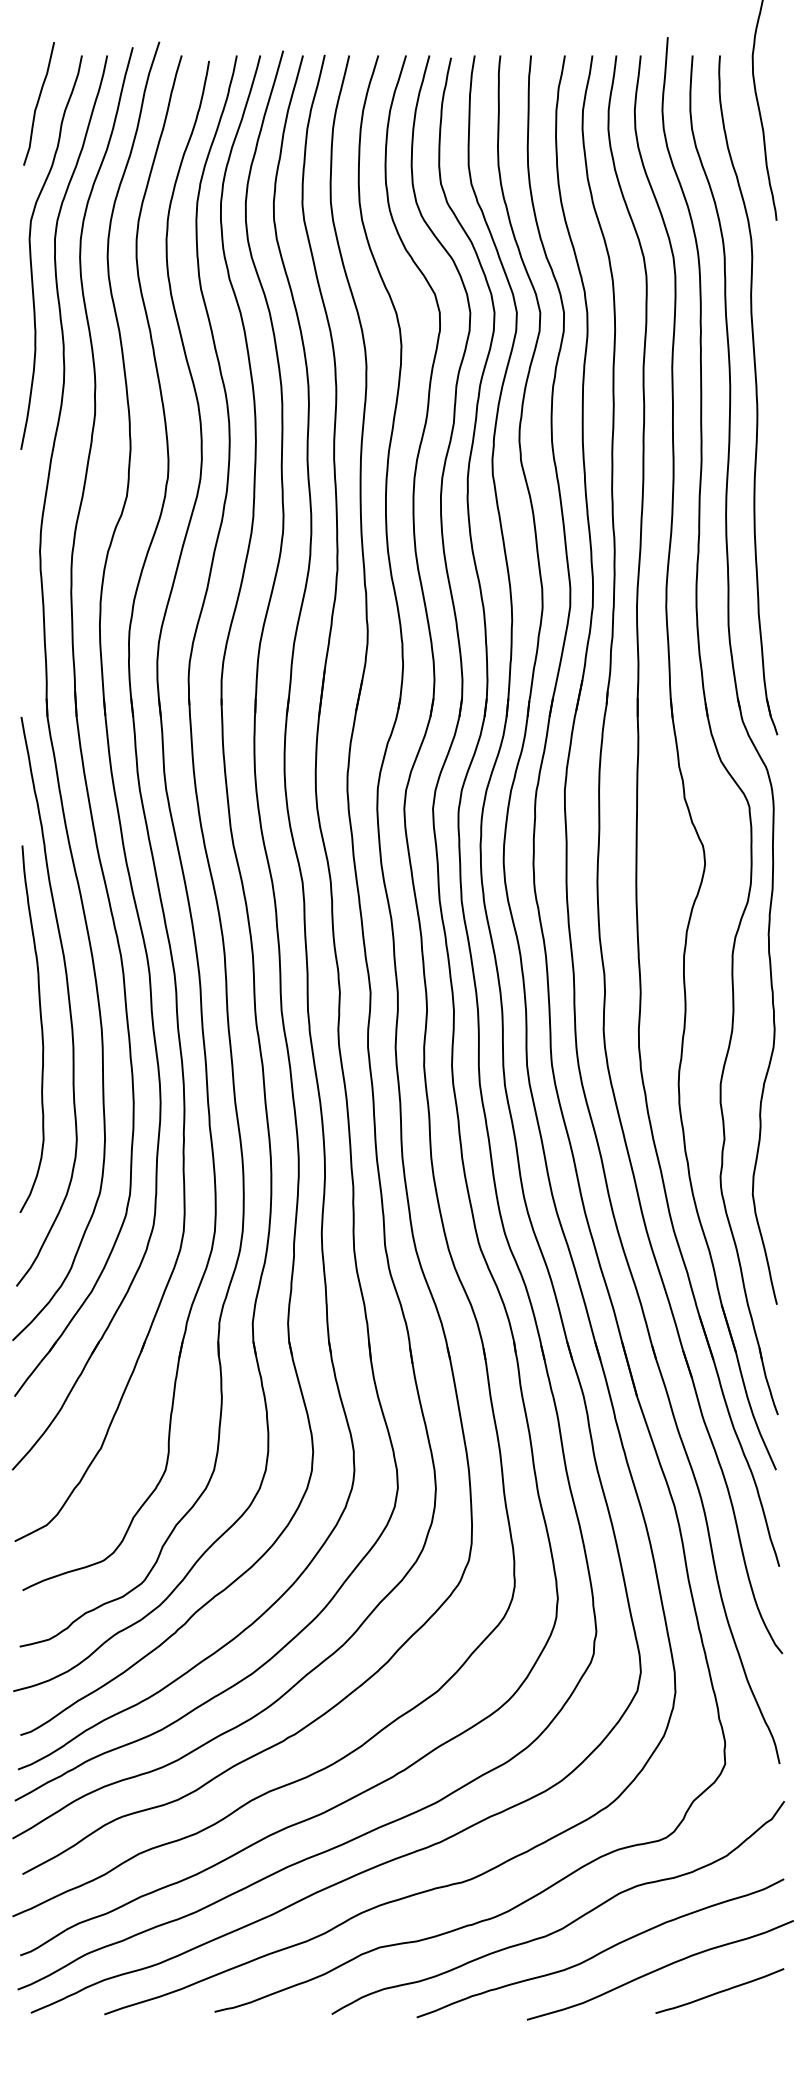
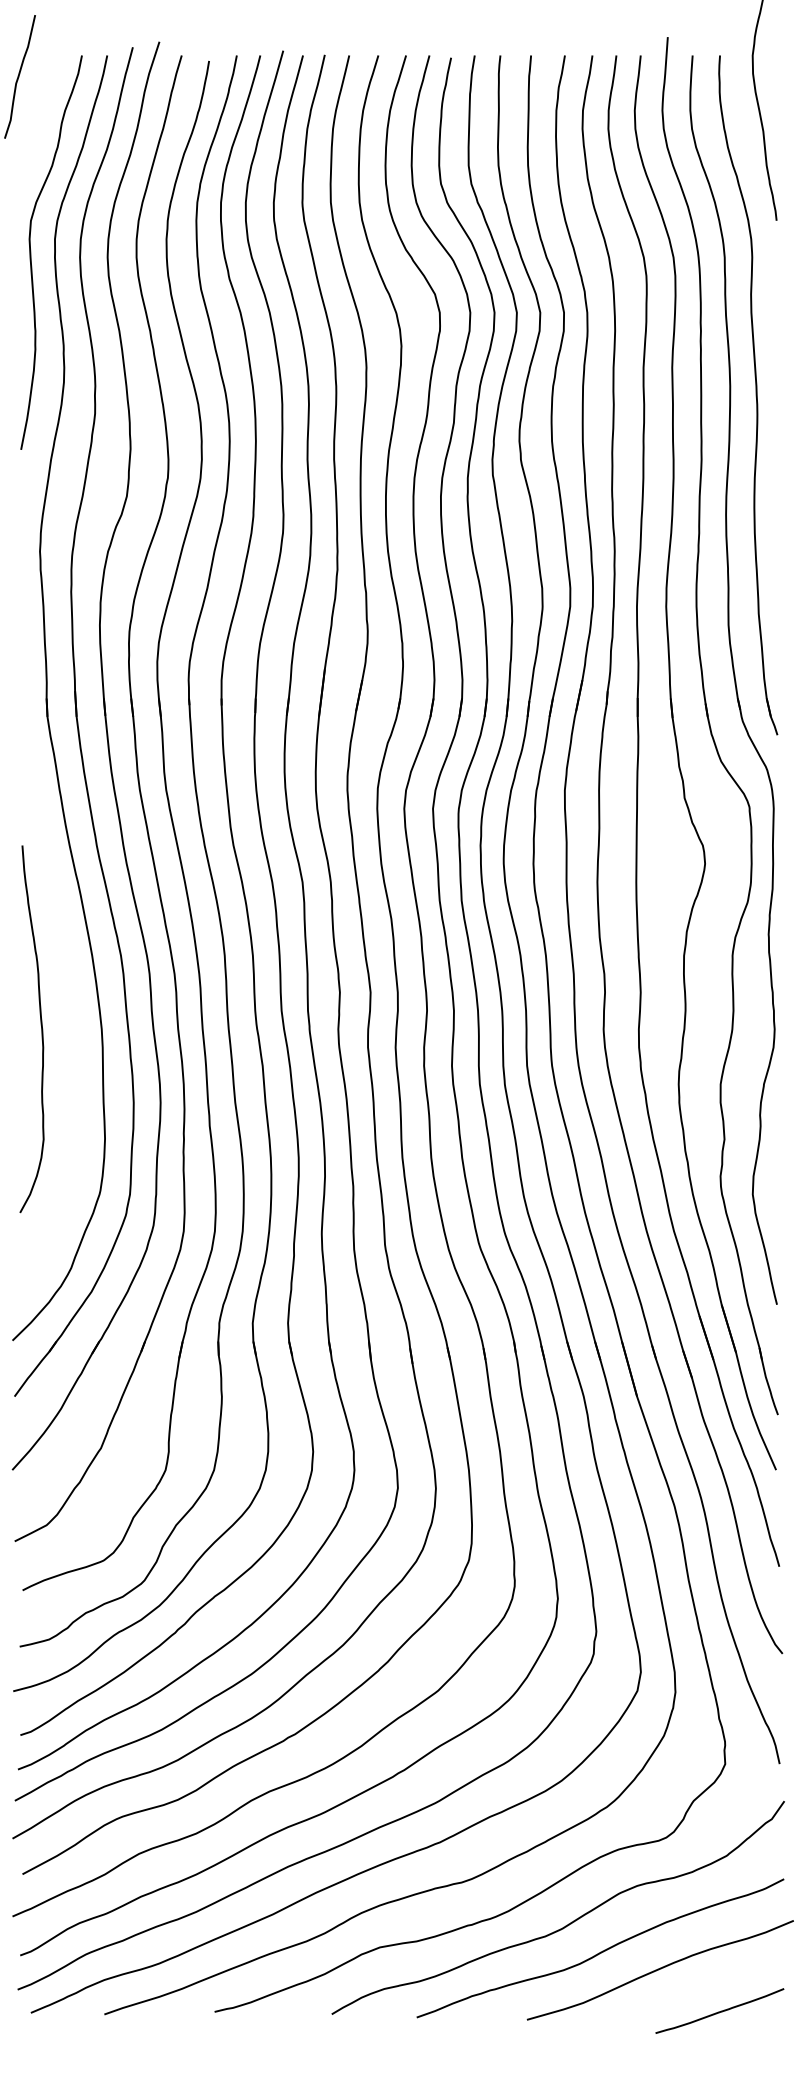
curve at (38, 103) position: (38, 103) -> (19, 76)
curve at (67, 995): present -> none
curve at (719, 1991) position: (719, 1991) -> (719, 2011)
